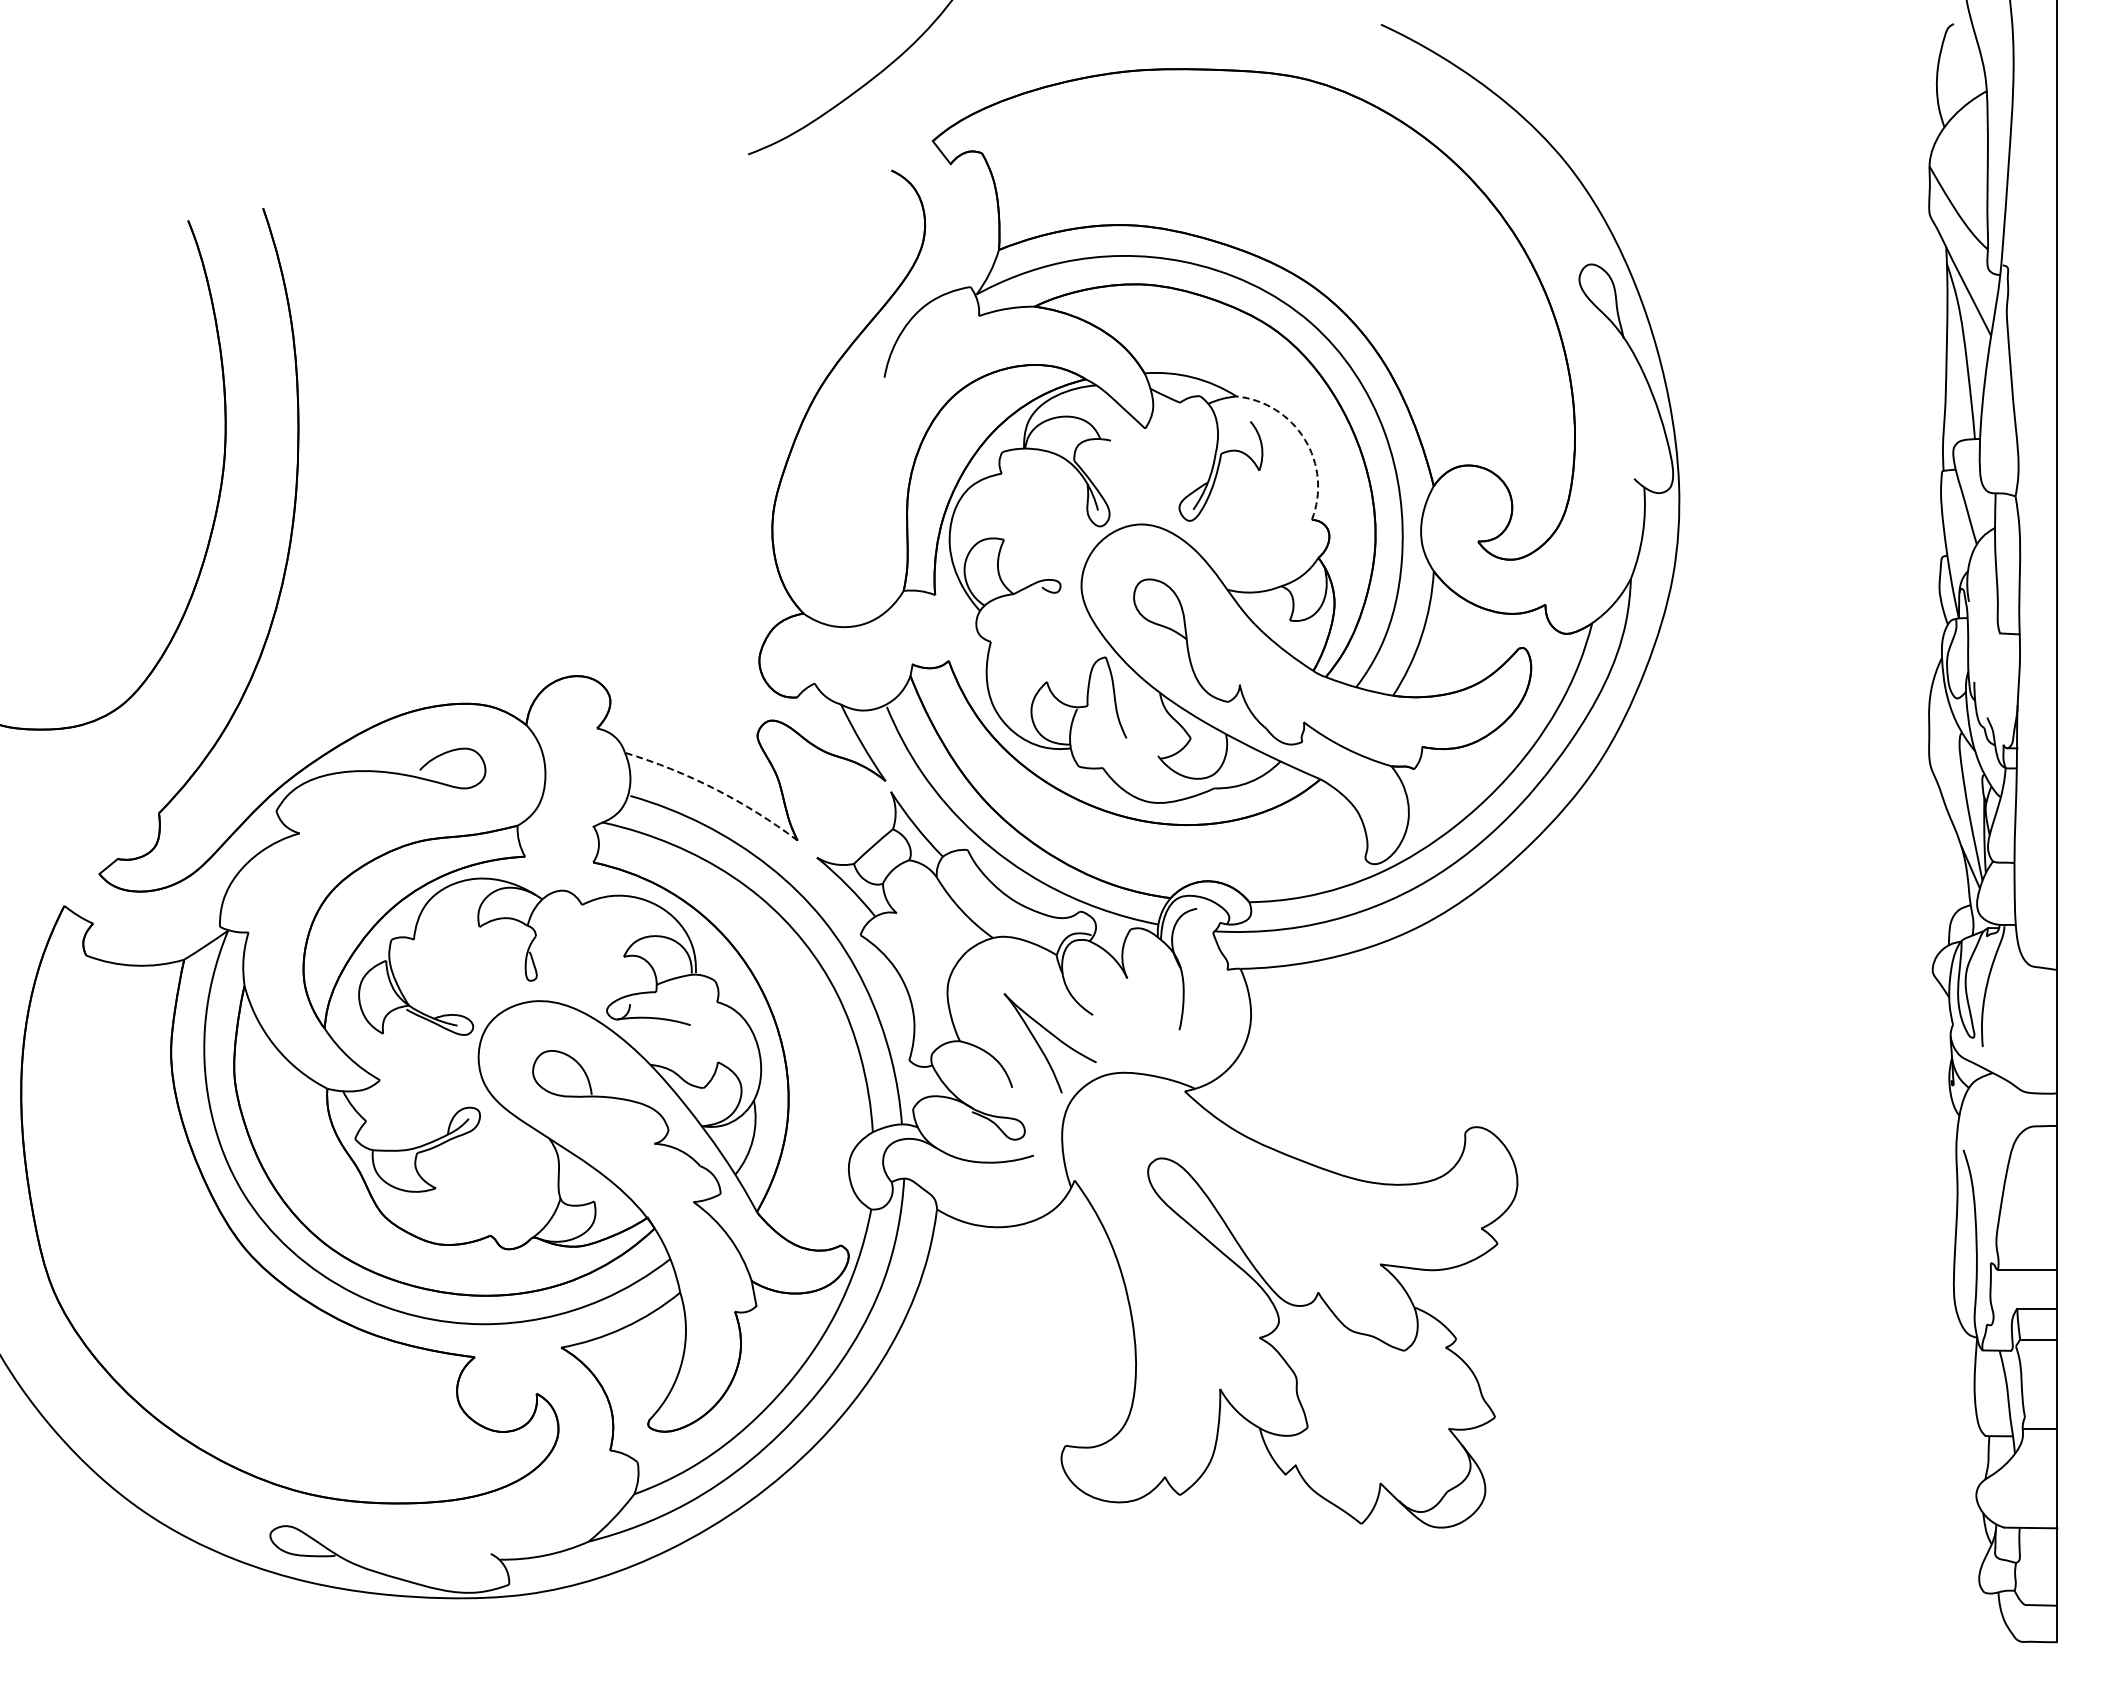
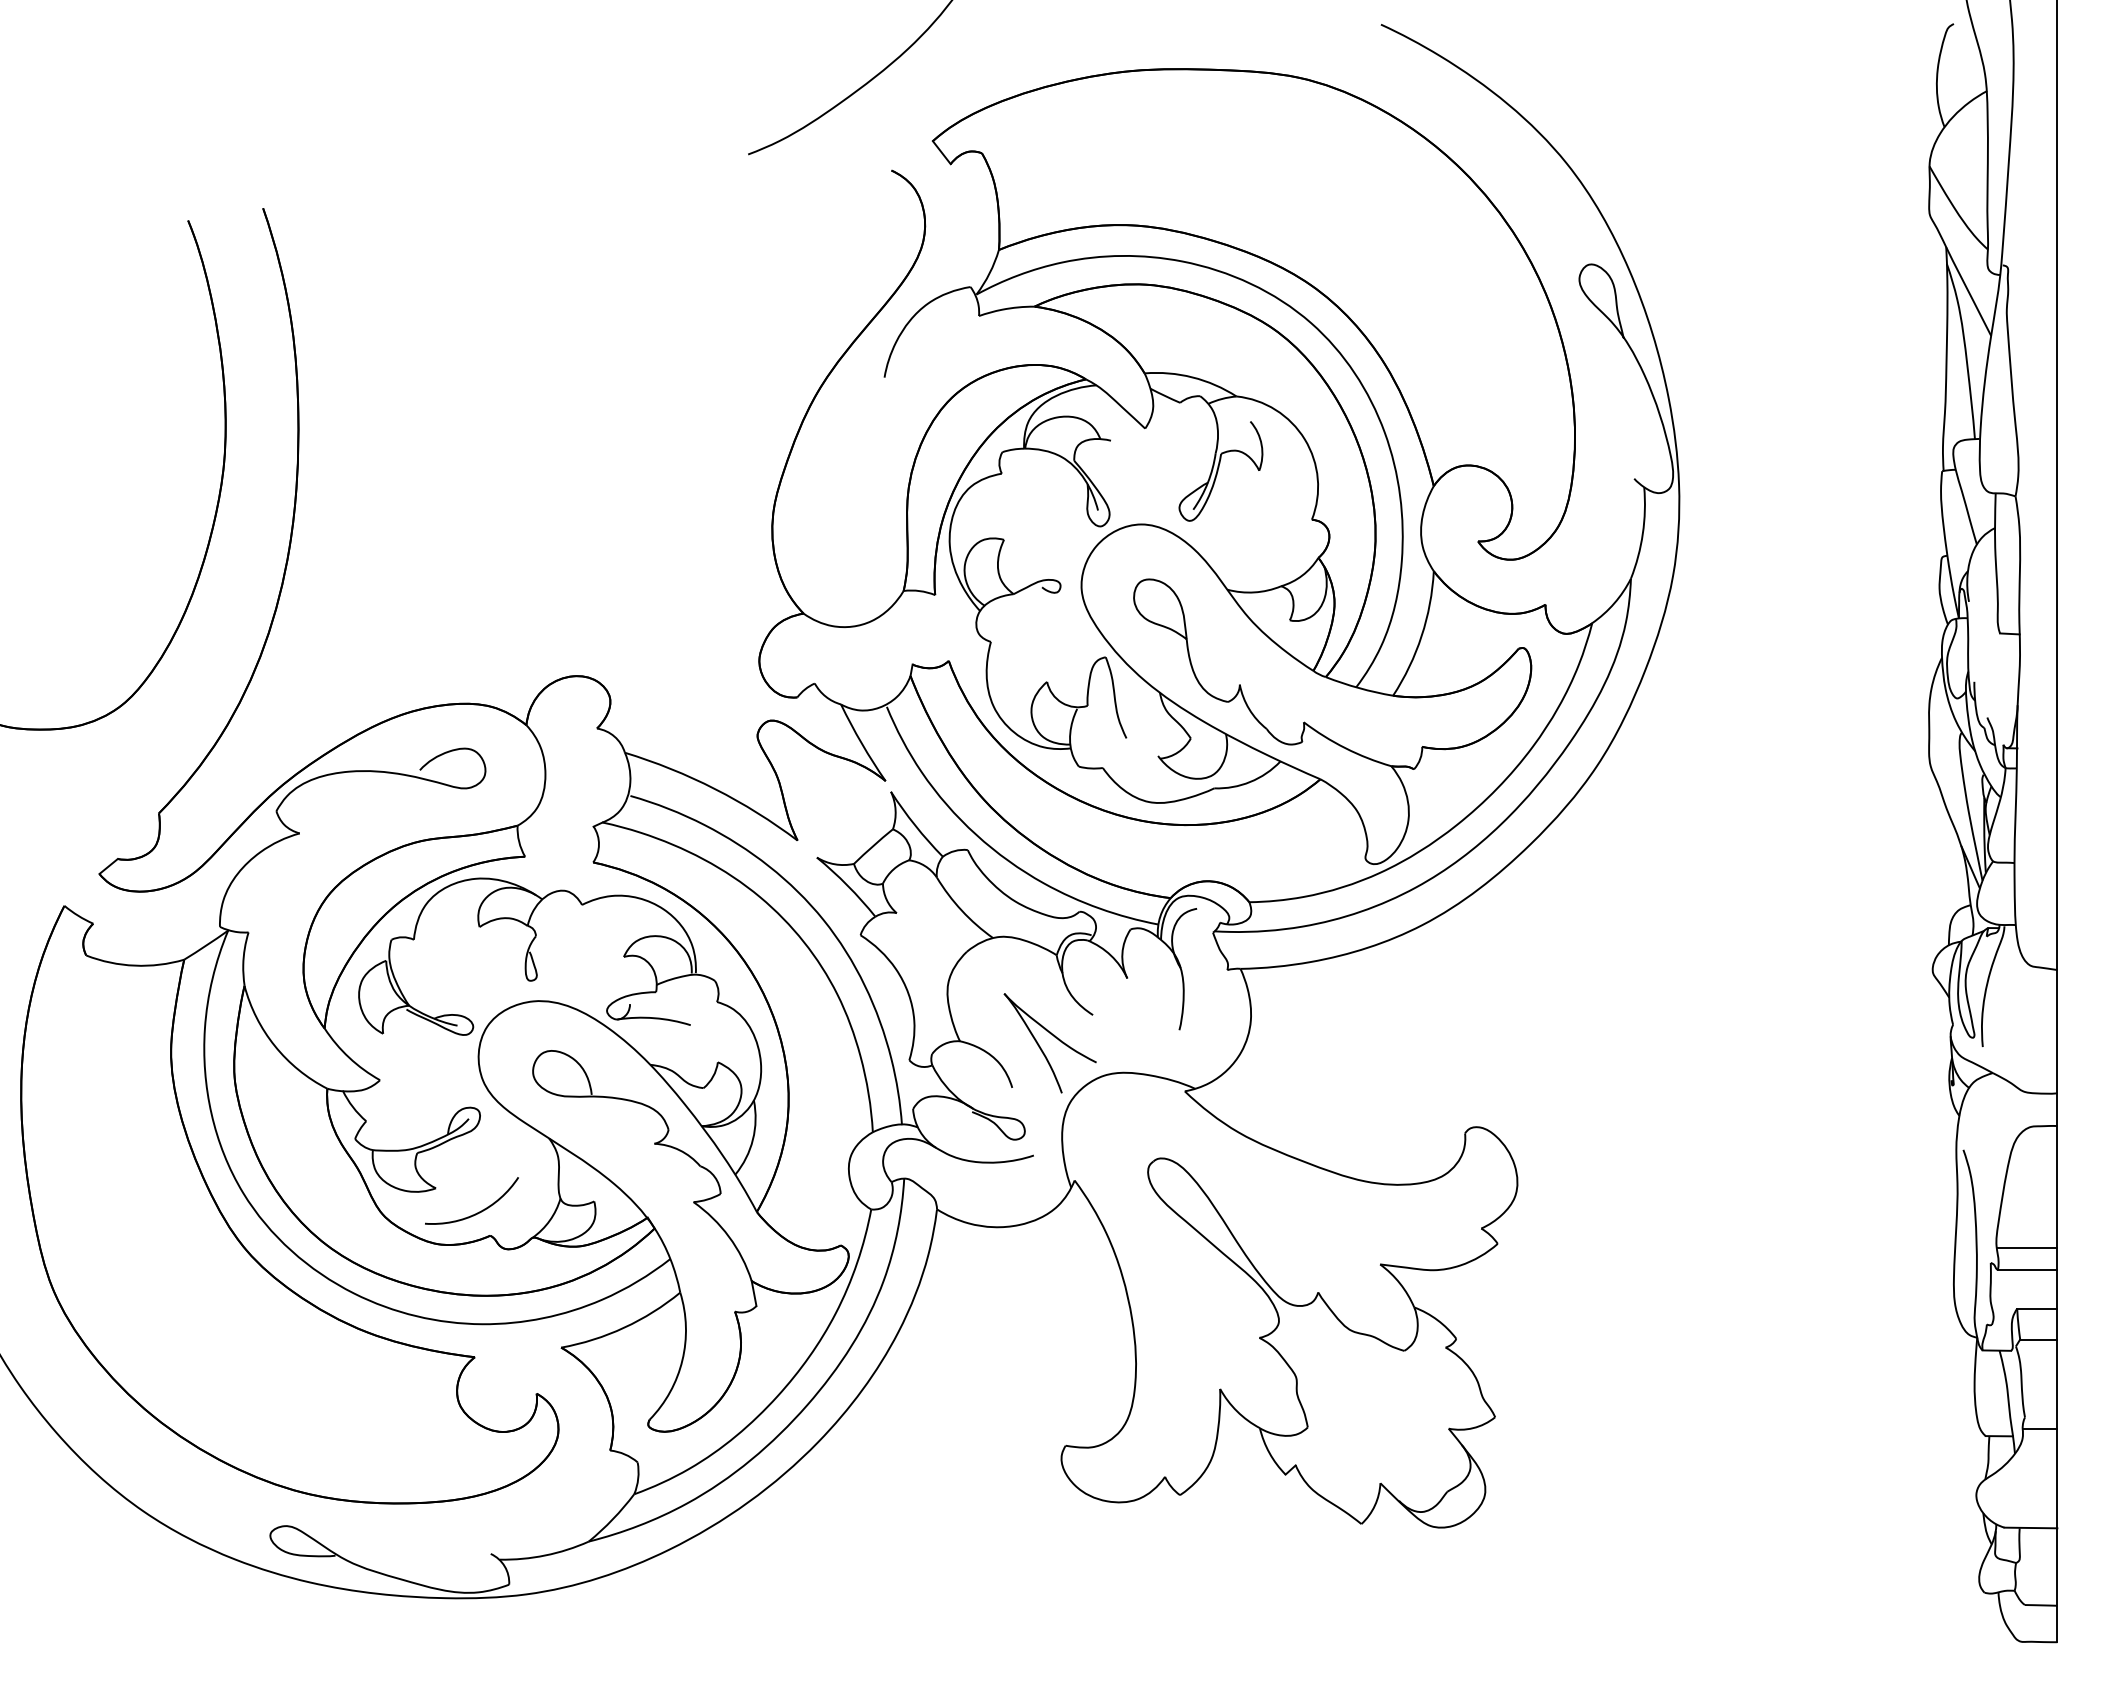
arc at (1304, 439): dashed -> solid
arc at (715, 789): dashed -> solid
arc at (477, 1212): none -> present
line at (2026, 1247): none -> present
